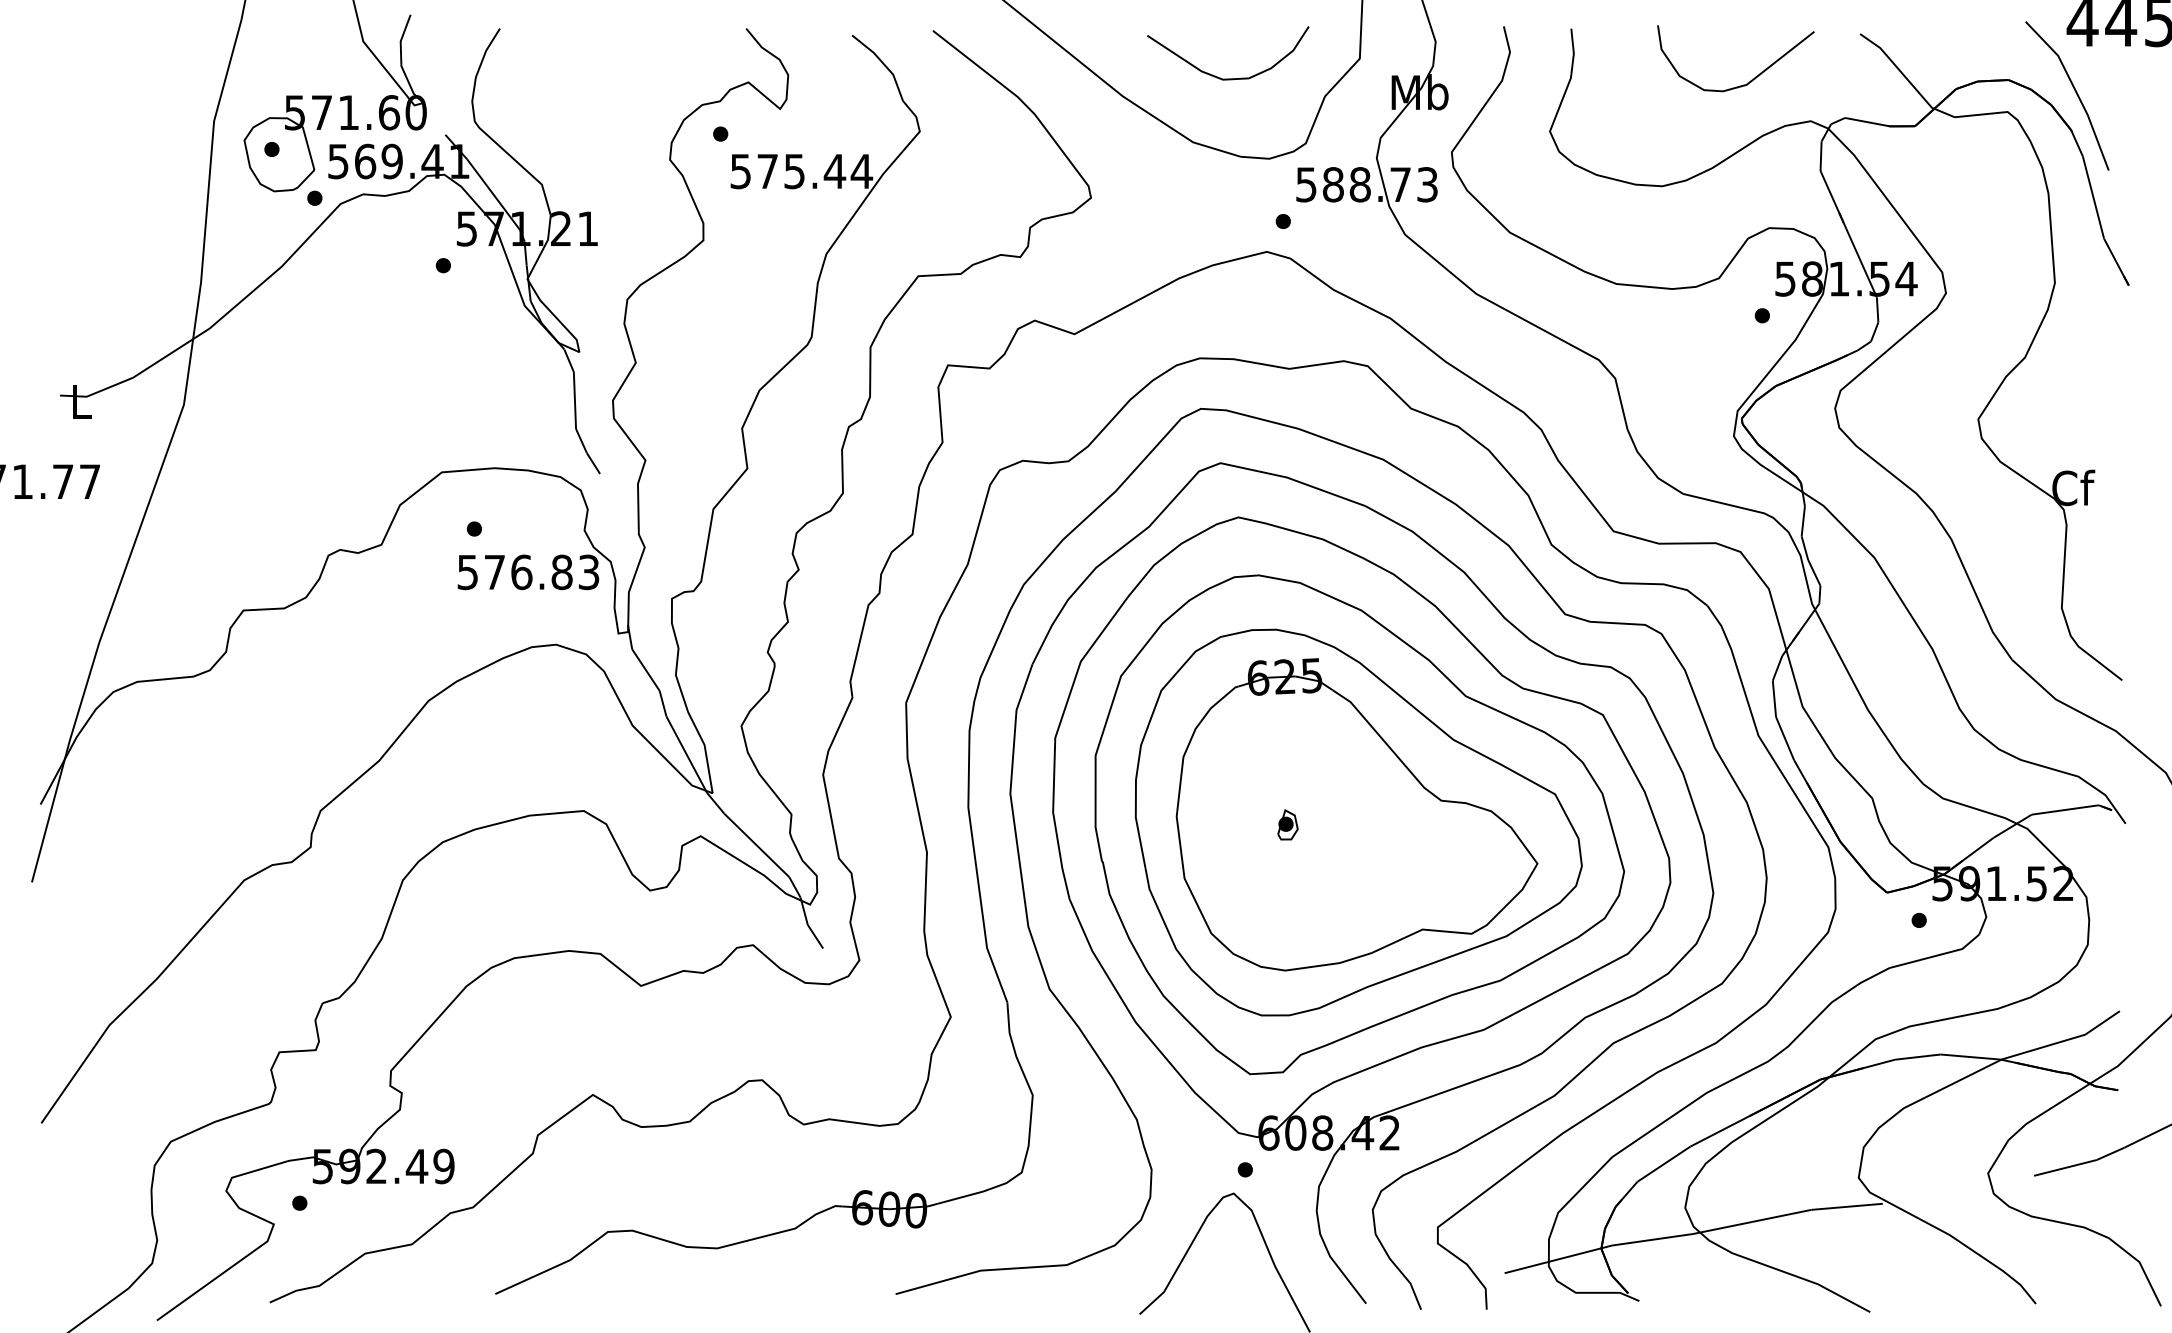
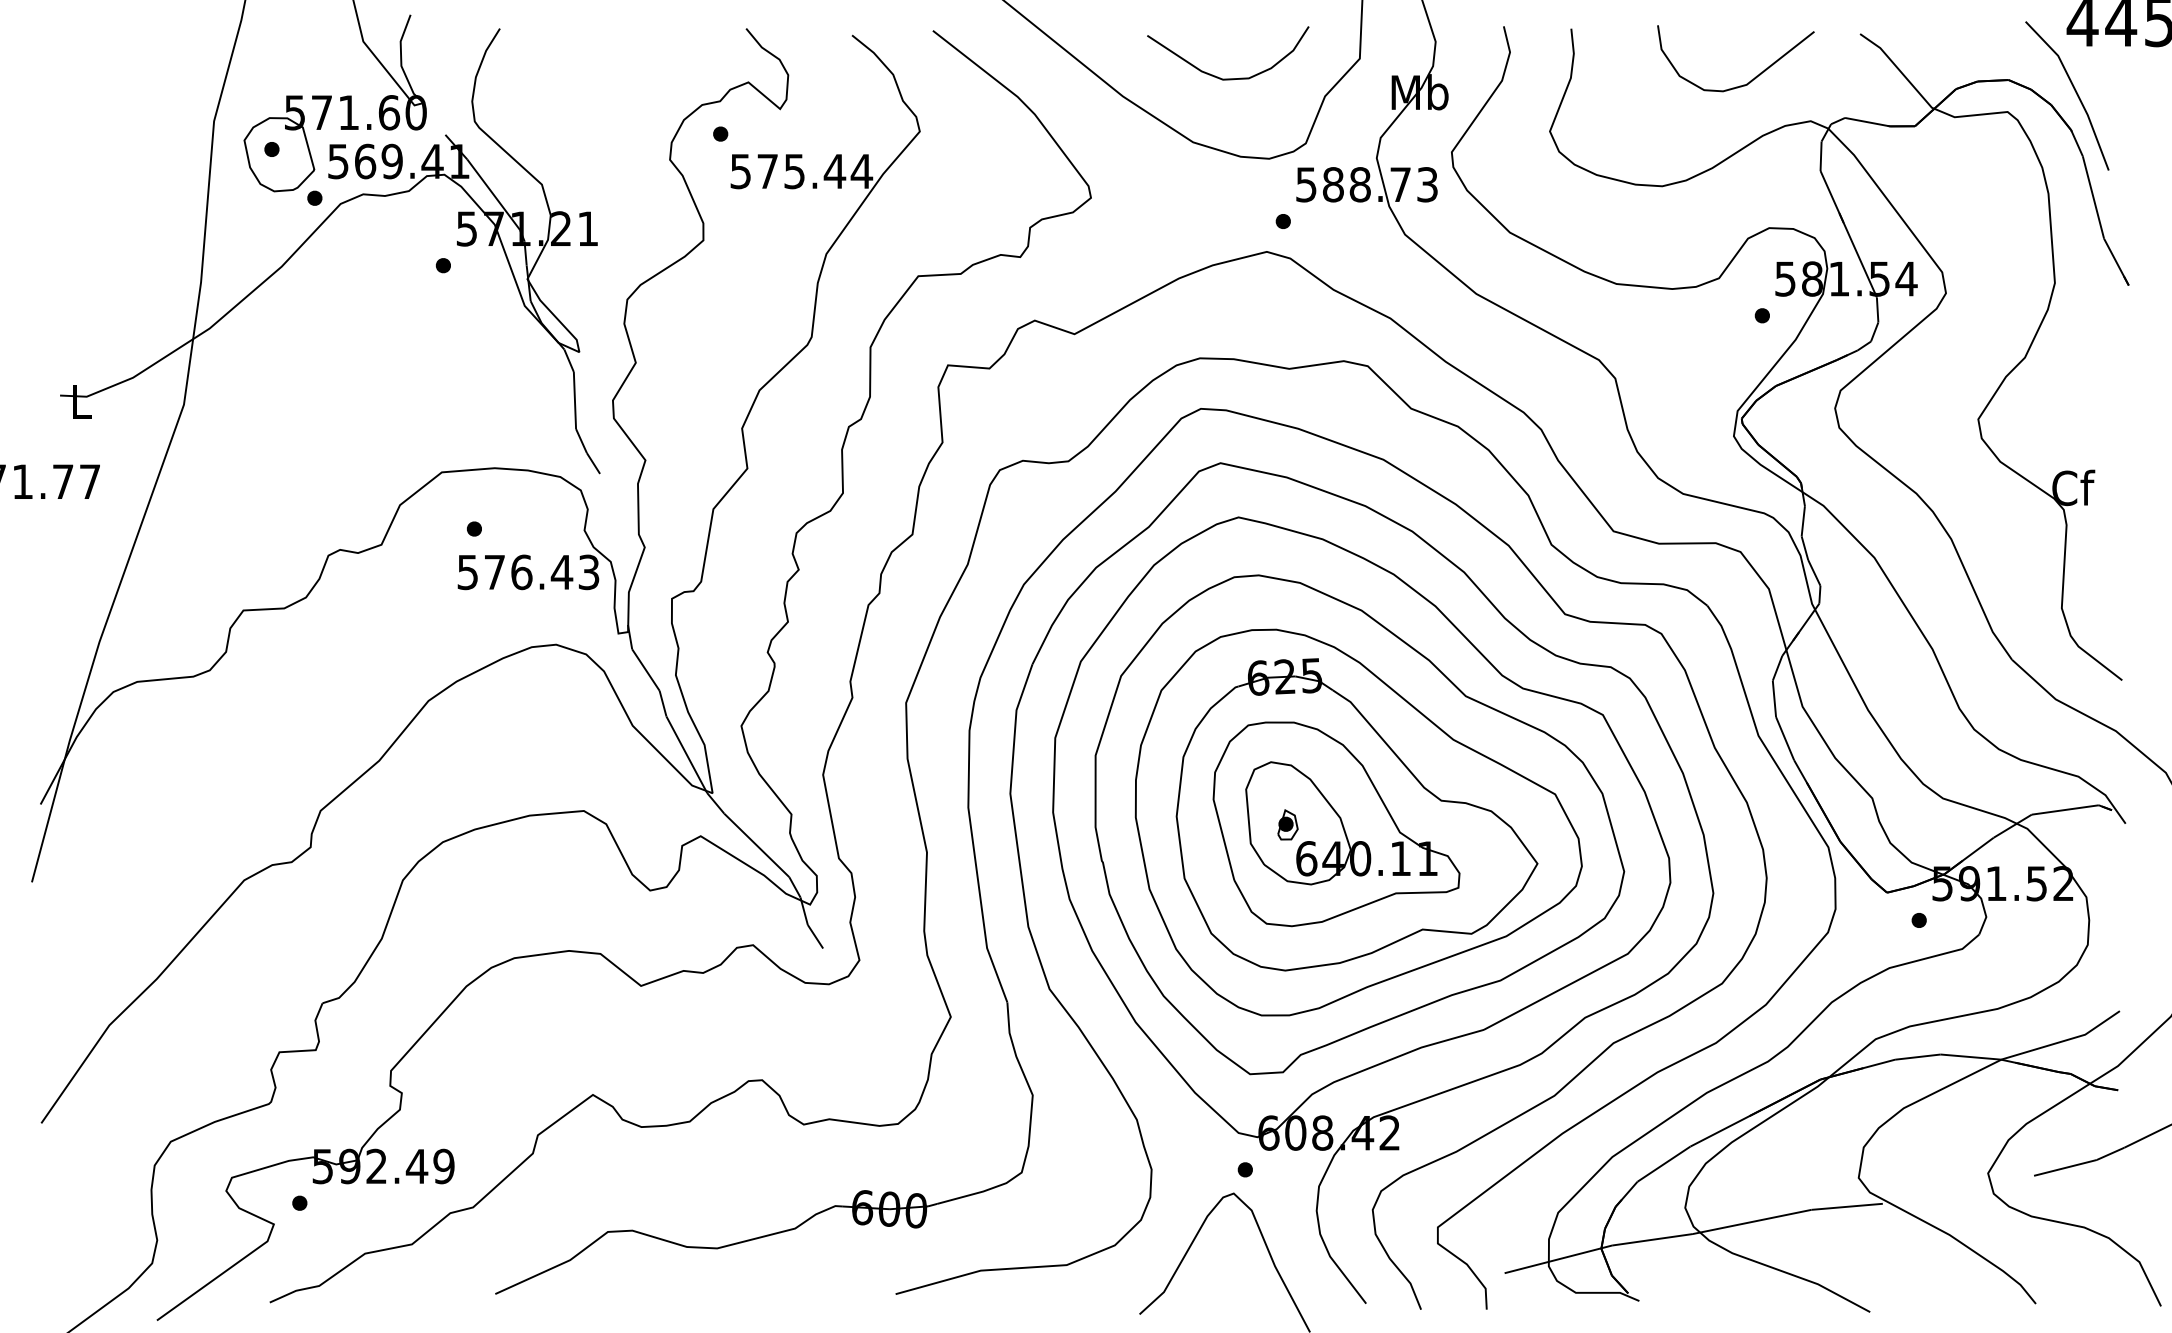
text at (561, 572): 576.83 -> 576.43
part at (1336, 824): none -> present
